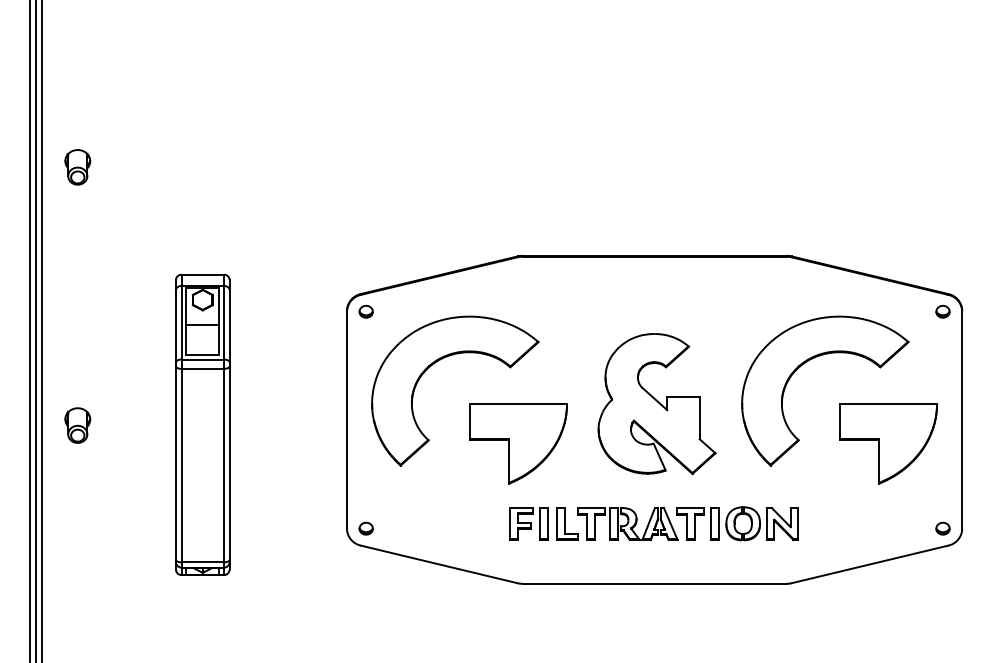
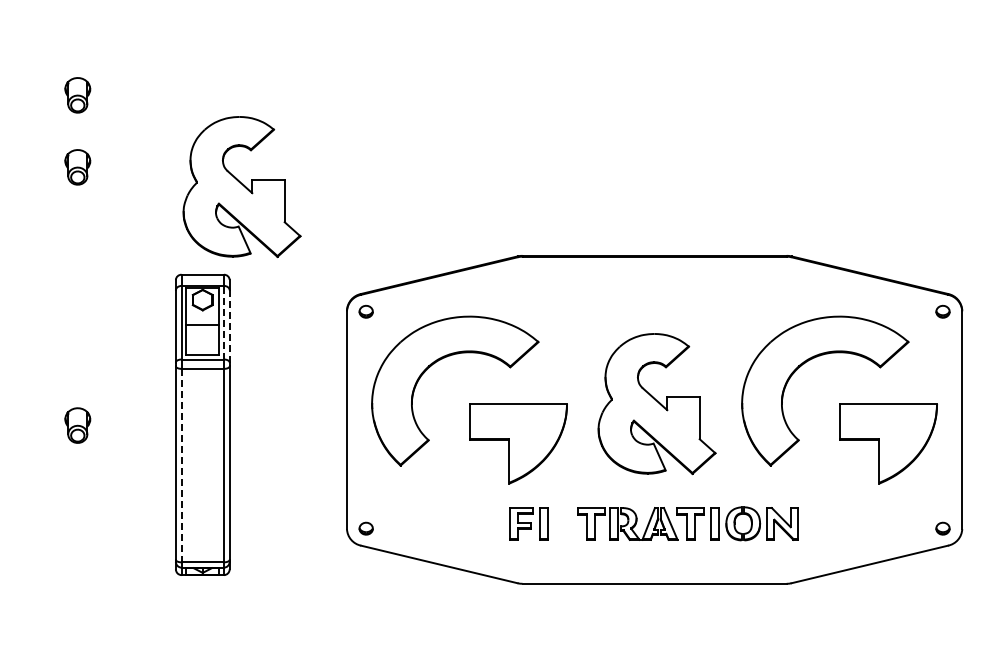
part at (77, 95): none -> present
part at (241, 187): none -> present
line at (223, 322): solid -> dashed
line at (229, 326): solid -> dashed
line at (29, 330): present -> none
line at (35, 330): present -> none
line at (42, 330): present -> none
line at (181, 465): solid -> dashed
part at (567, 523): present -> none
